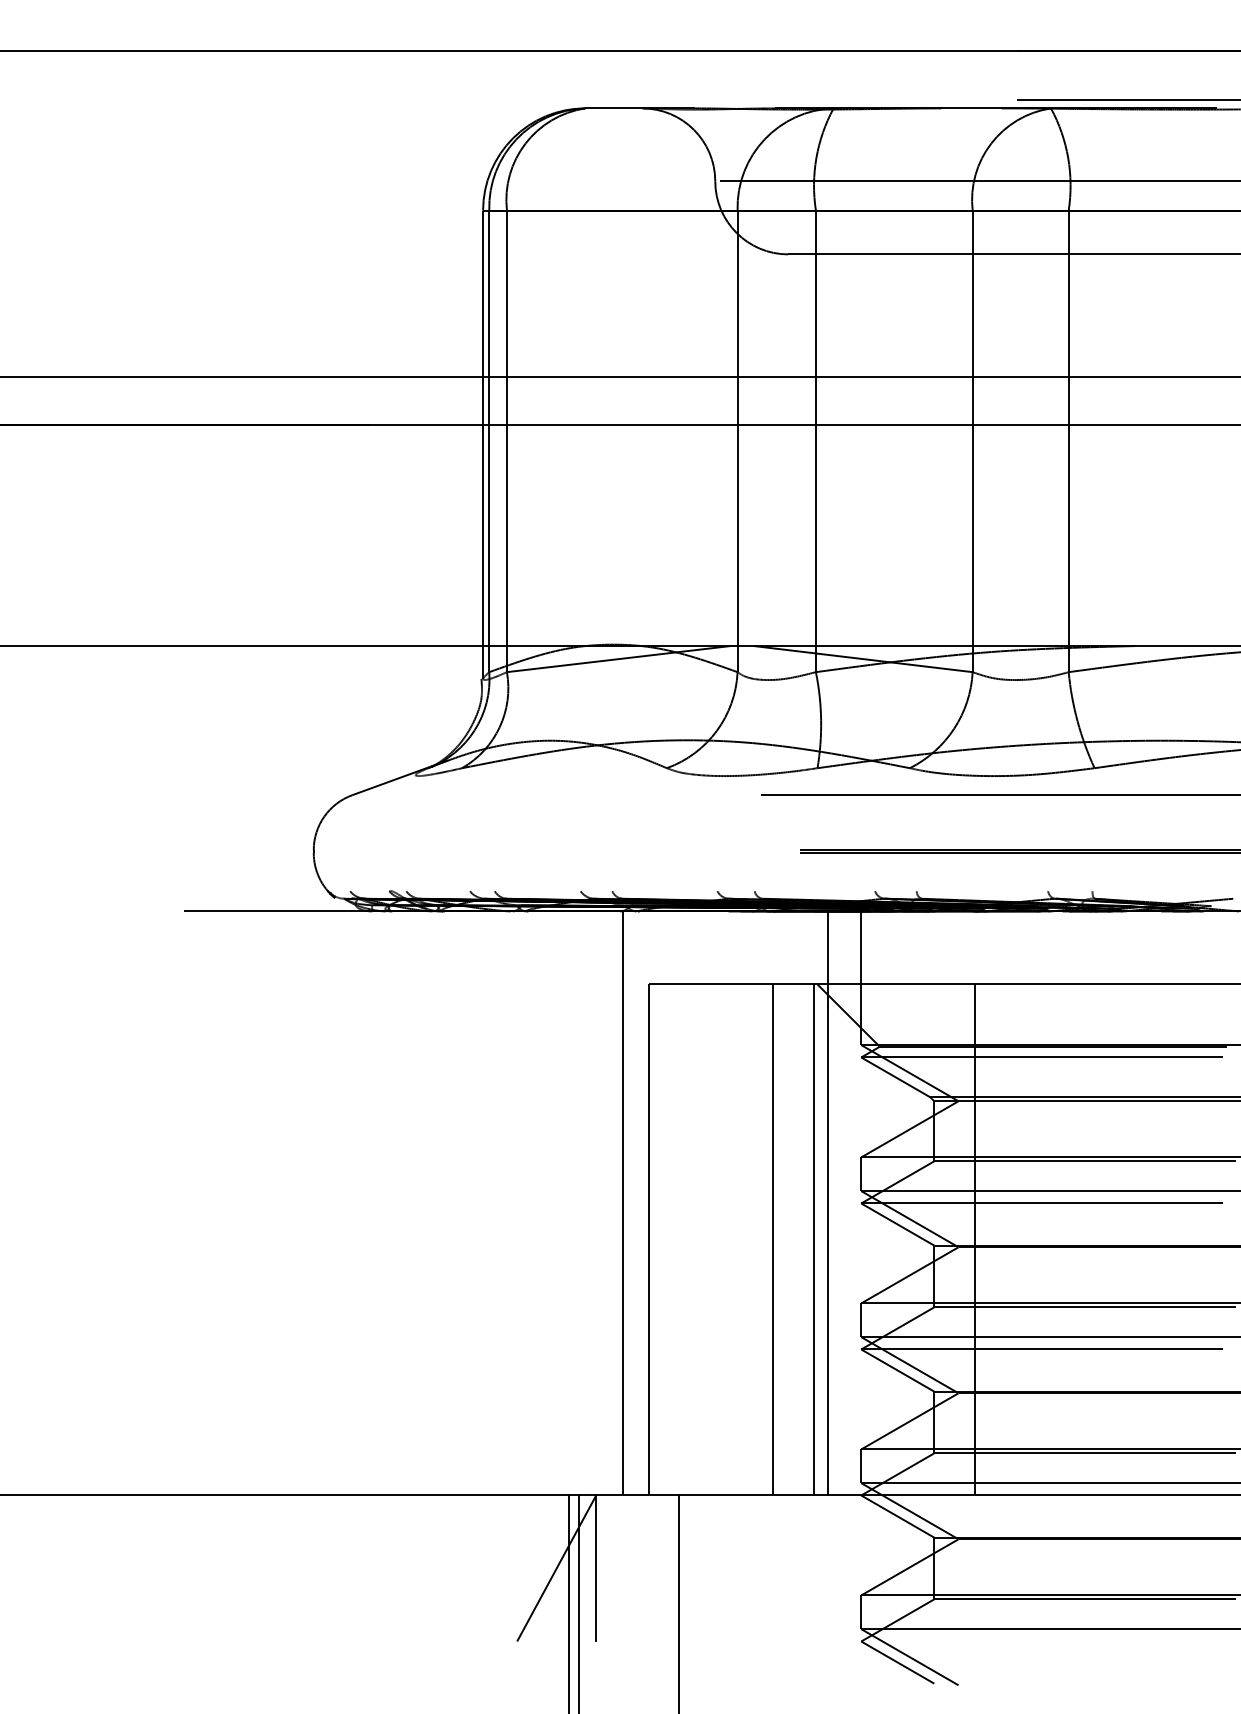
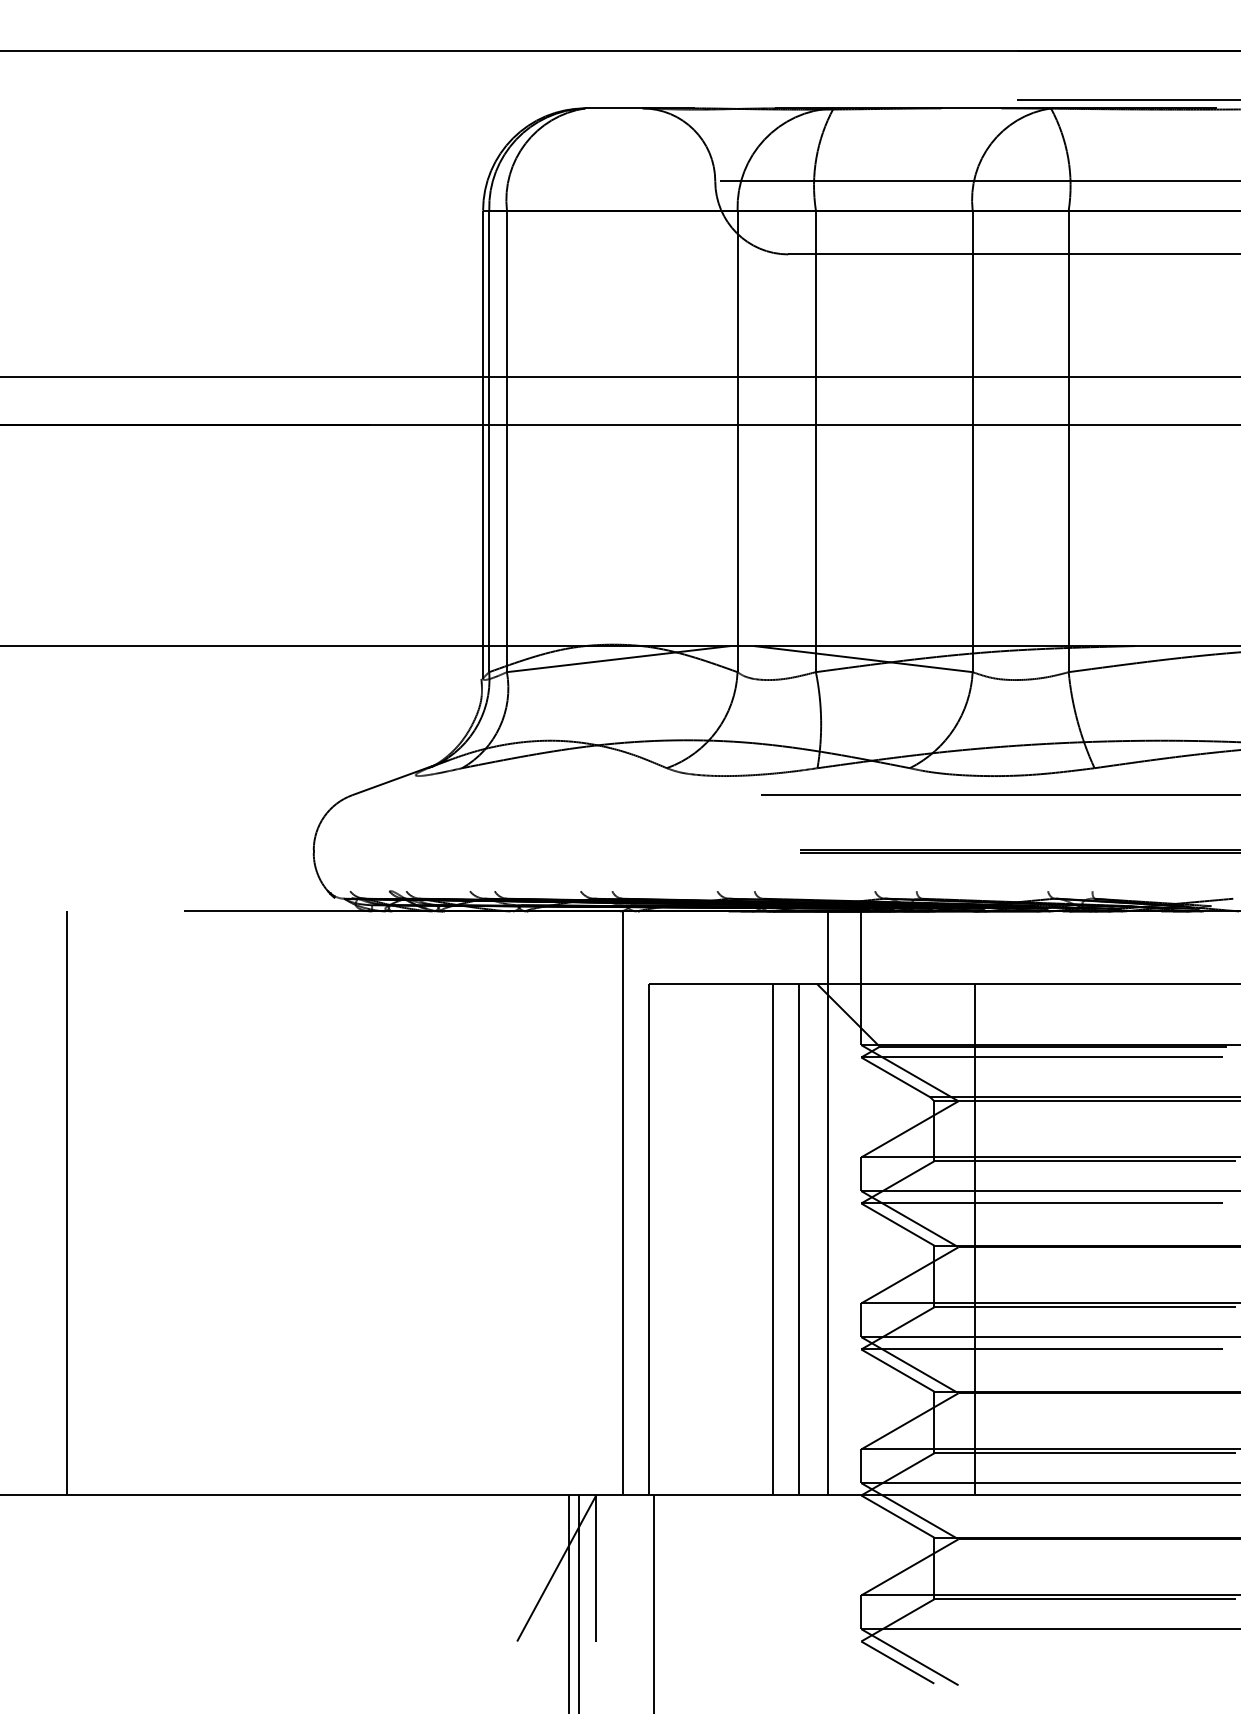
line at (66, 1203): none -> present
line at (813, 1239) position: (813, 1239) -> (798, 1239)
line at (678, 1602) position: (678, 1602) -> (653, 1602)
